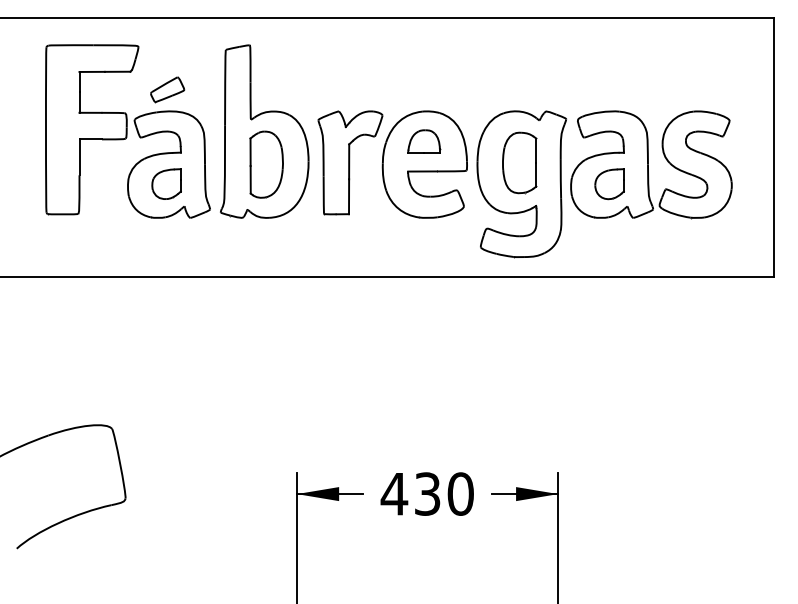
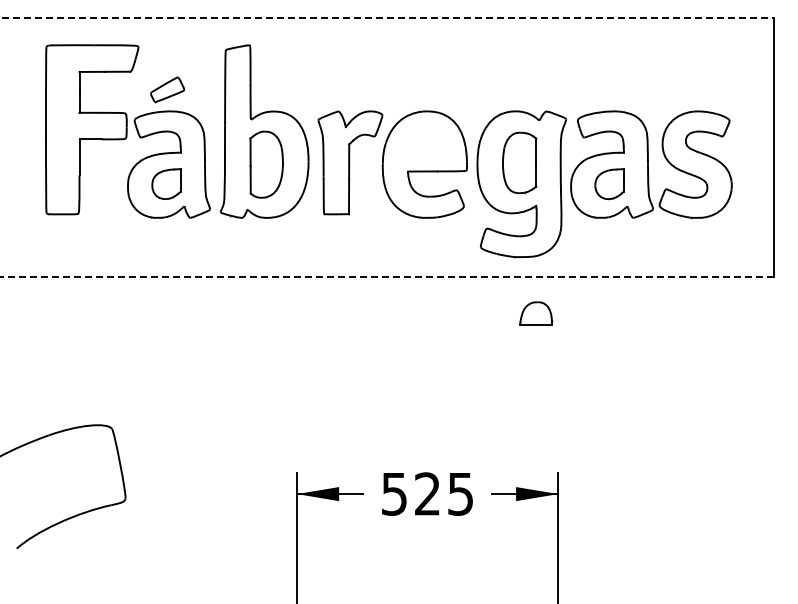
line at (387, 18): solid -> dashed
part at (424, 141) position: (424, 141) -> (536, 313)
line at (387, 276): solid -> dashed
text at (426, 493): 430 -> 525
